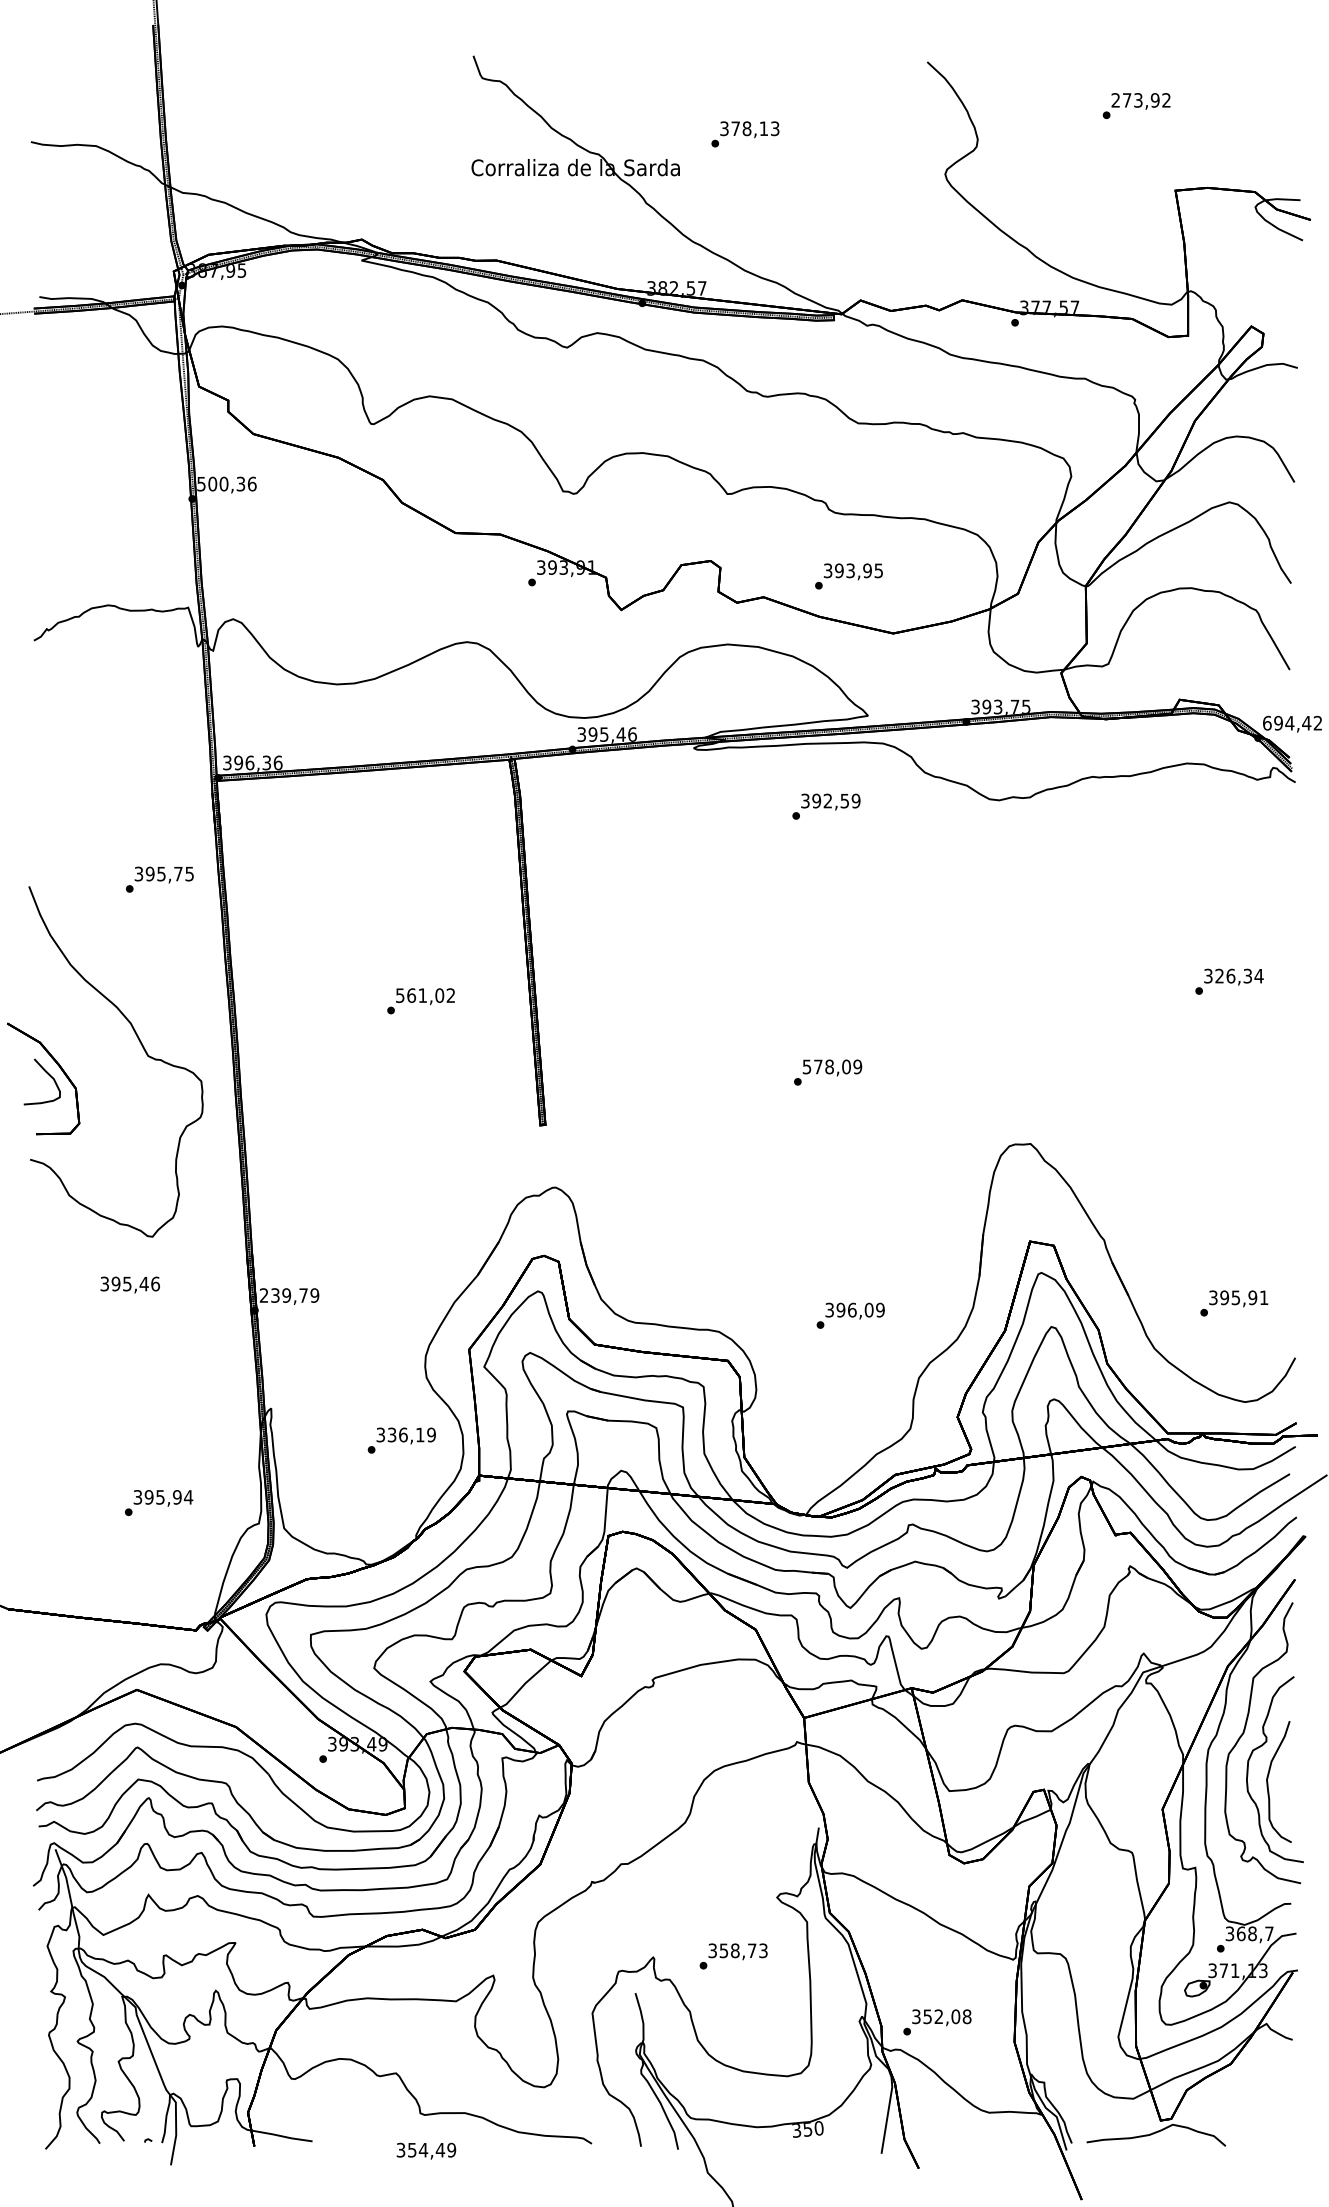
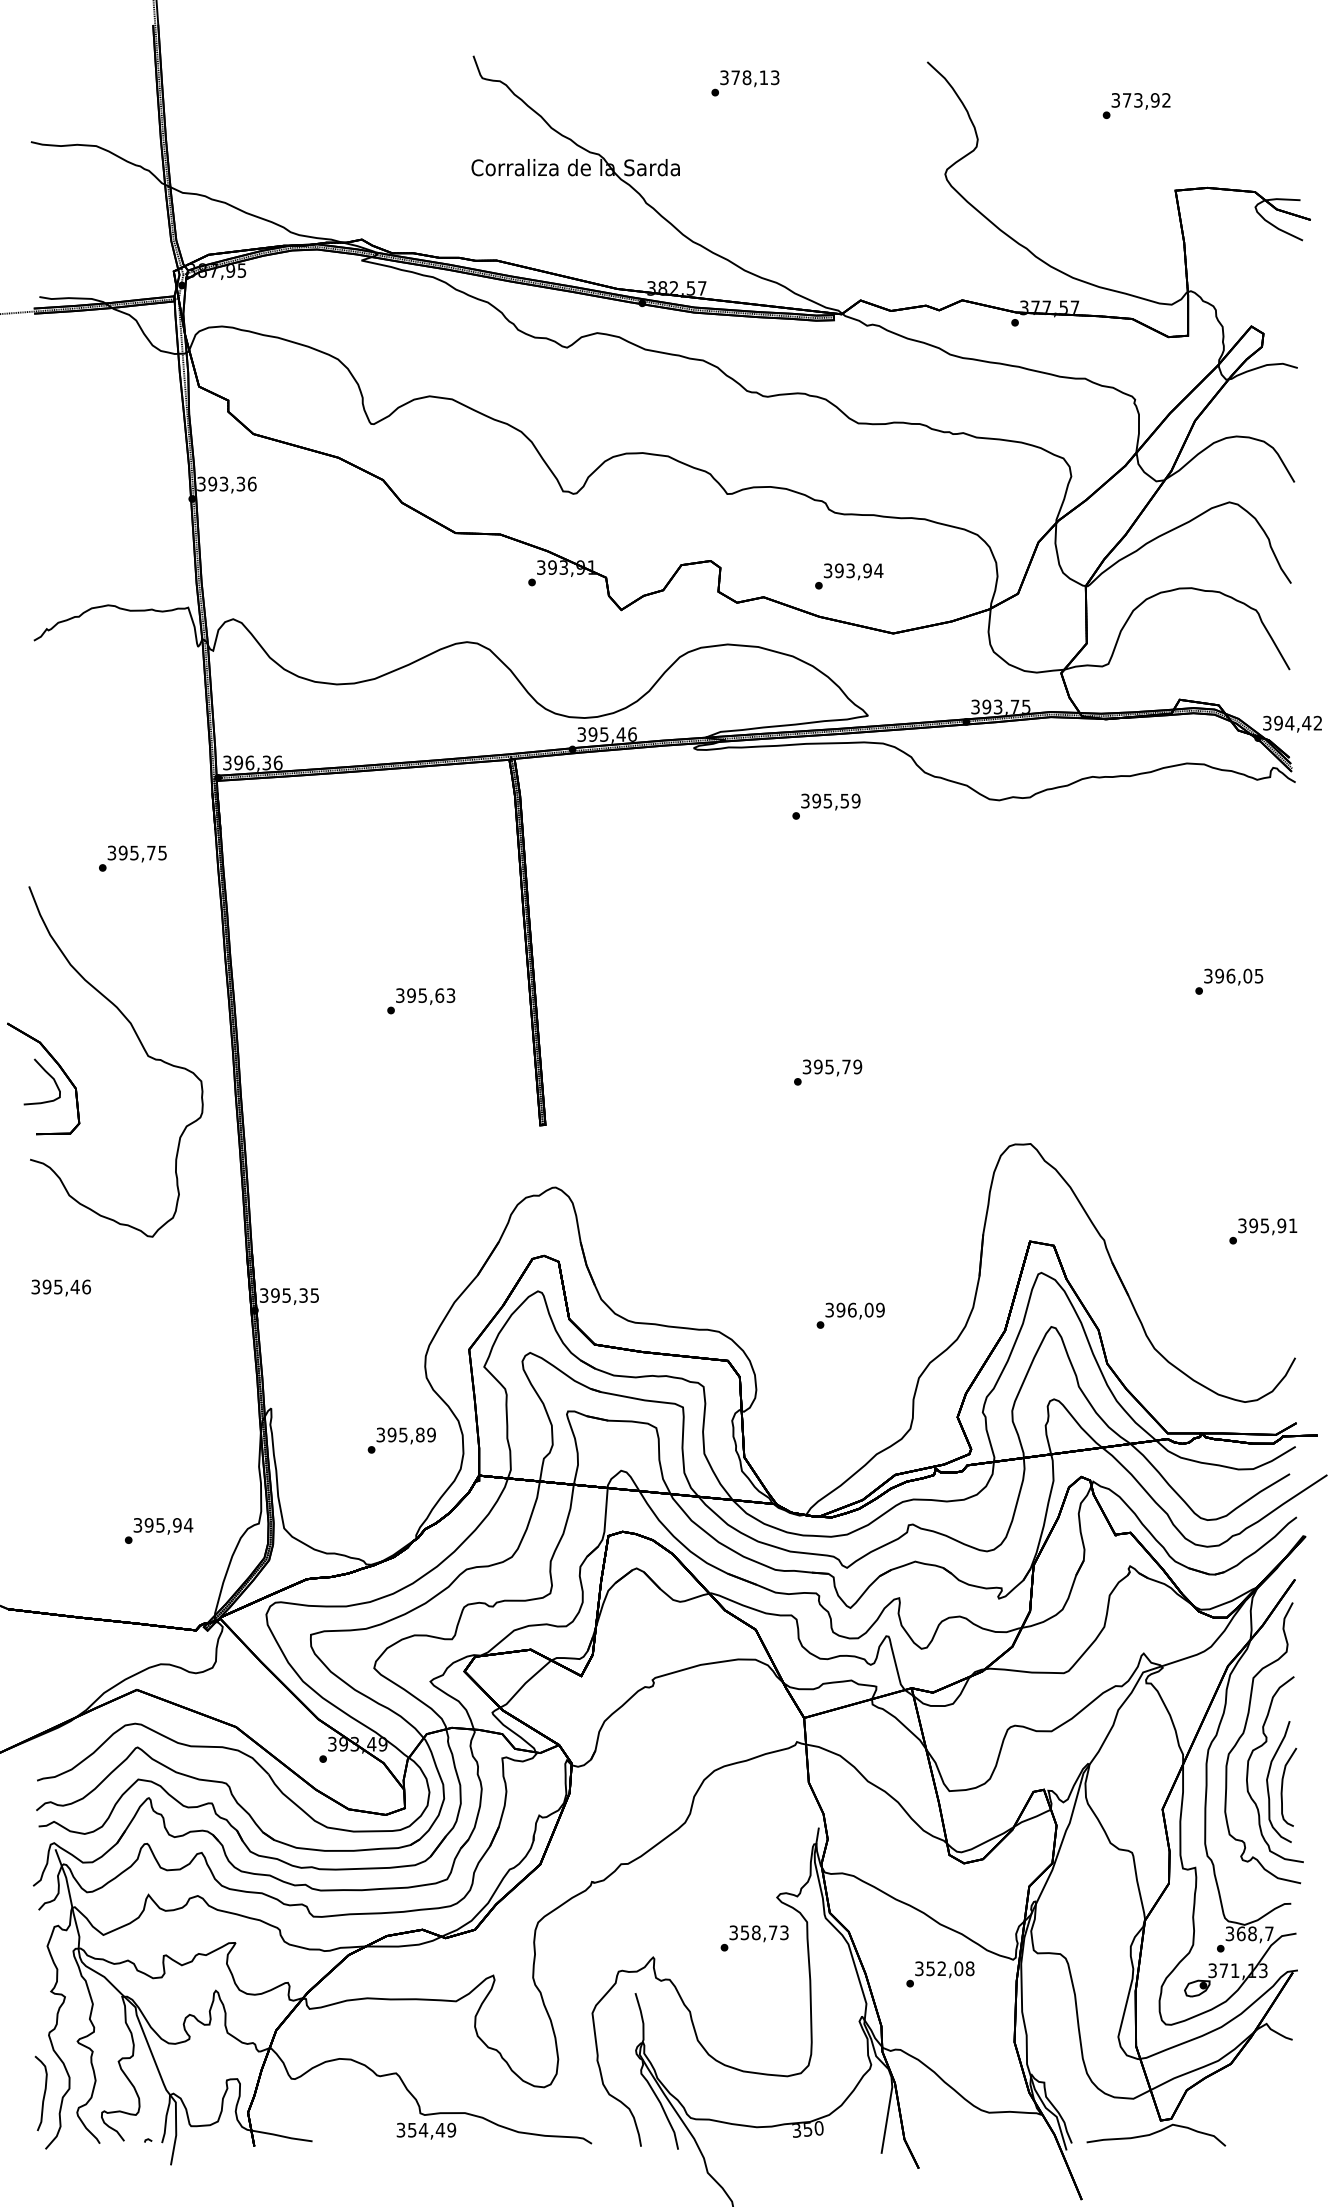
text at (1115, 100): 273,92 -> 373,92
text at (745, 134) position: (745, 134) -> (745, 83)
text at (212, 483): 500,36 -> 393,36
text at (878, 570): 393,95 -> 393,94
text at (1267, 722): 694,42 -> 394,42
text at (827, 800): 392,59 -> 395,59
text at (159, 879) position: (159, 879) -> (132, 858)
text at (1239, 975): 326,34 -> 396,05
text at (425, 995): 561,02 -> 395,63
text at (826, 1066): 578,09 -> 395,79
text at (129, 1284) position: (129, 1284) -> (60, 1287)
text at (289, 1295): 239,79 -> 395,35
text at (1234, 1303) position: (1234, 1303) -> (1263, 1231)
text at (405, 1434): 336,19 -> 395,89
text at (159, 1502) position: (159, 1502) -> (159, 1530)
curve at (1283, 1784): none -> present
text at (733, 1956) position: (733, 1956) -> (754, 1938)
text at (937, 2022) position: (937, 2022) -> (940, 1974)
curve at (43, 2093): none -> present
text at (426, 2150) position: (426, 2150) -> (426, 2130)
